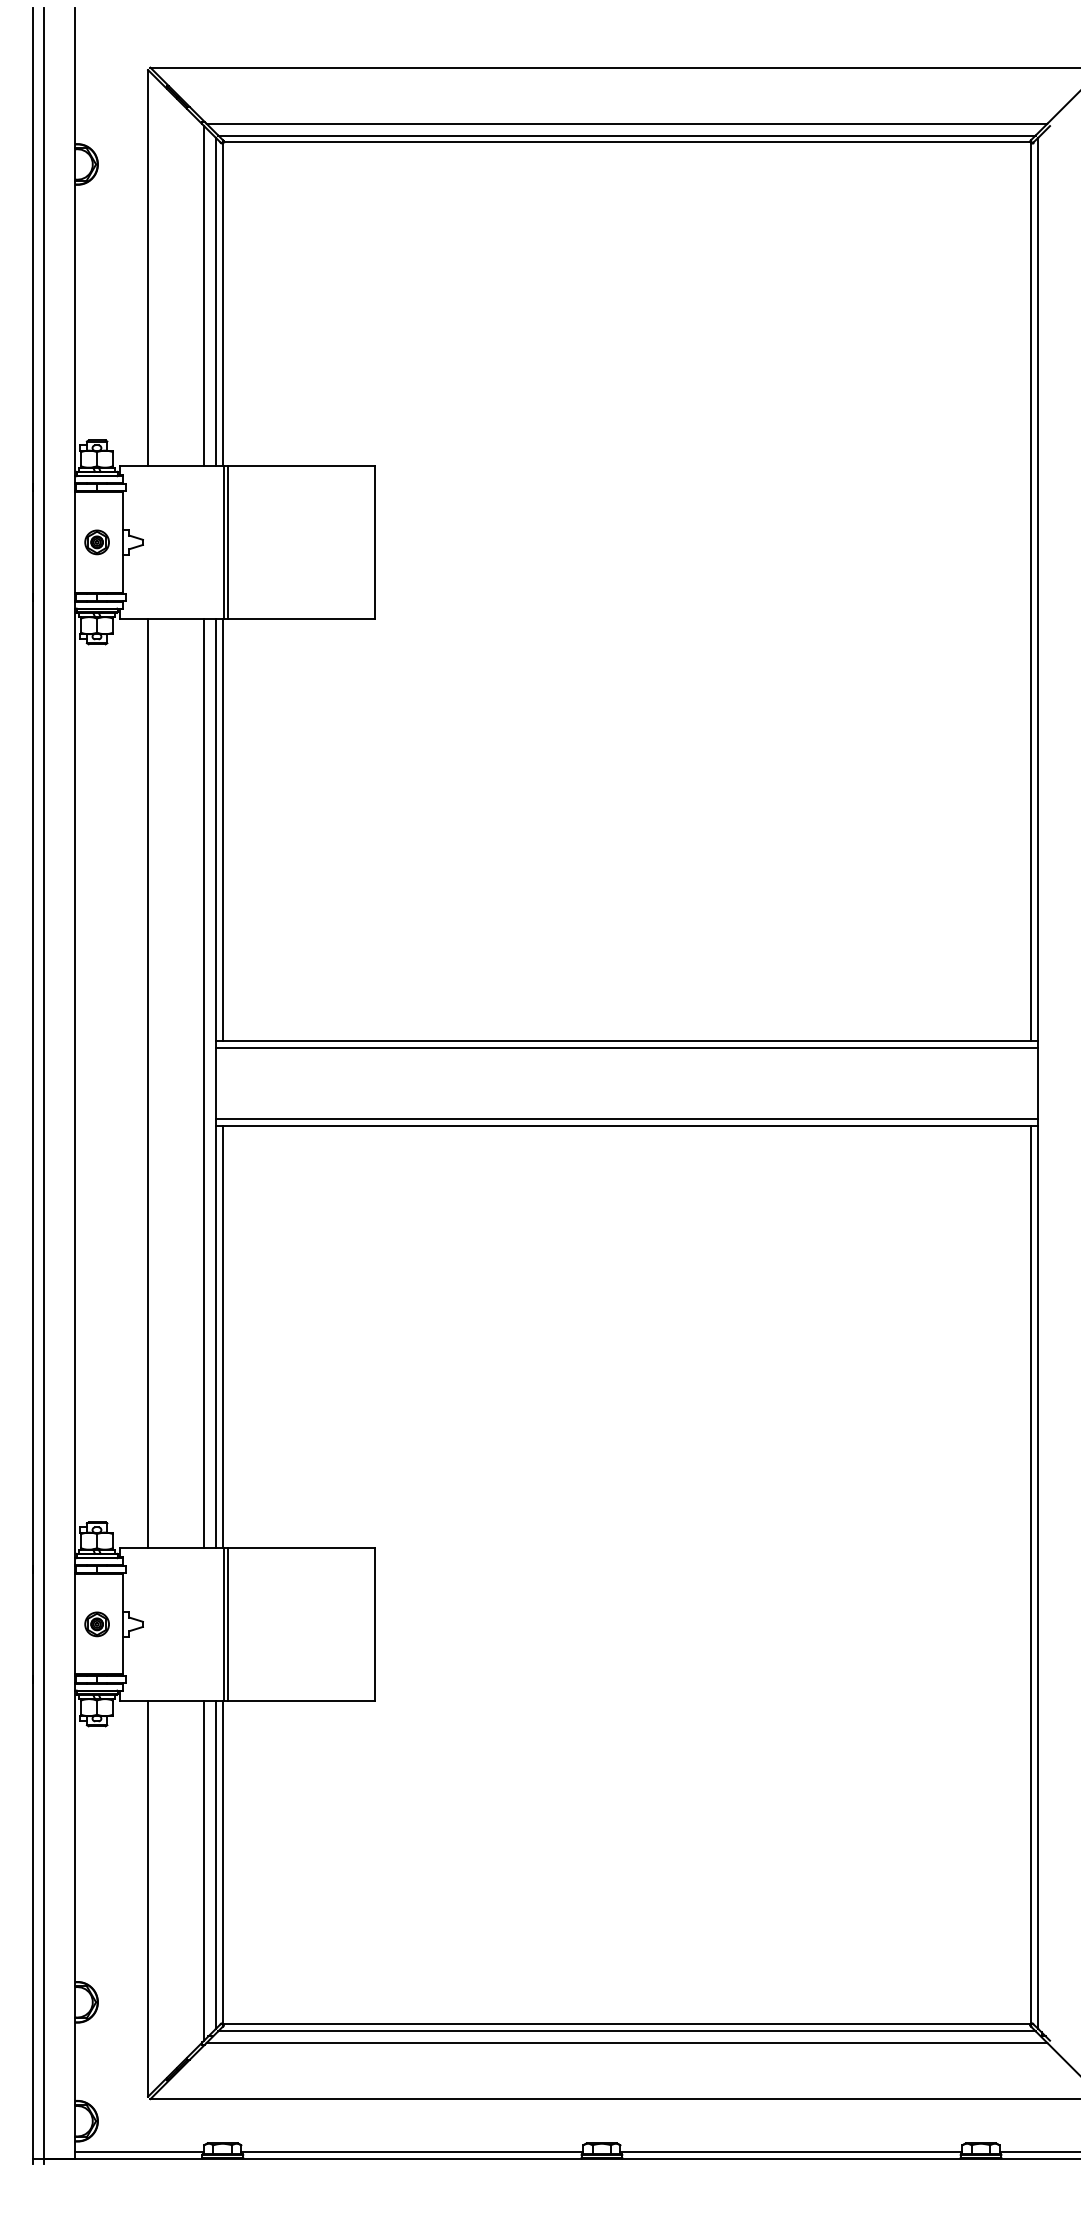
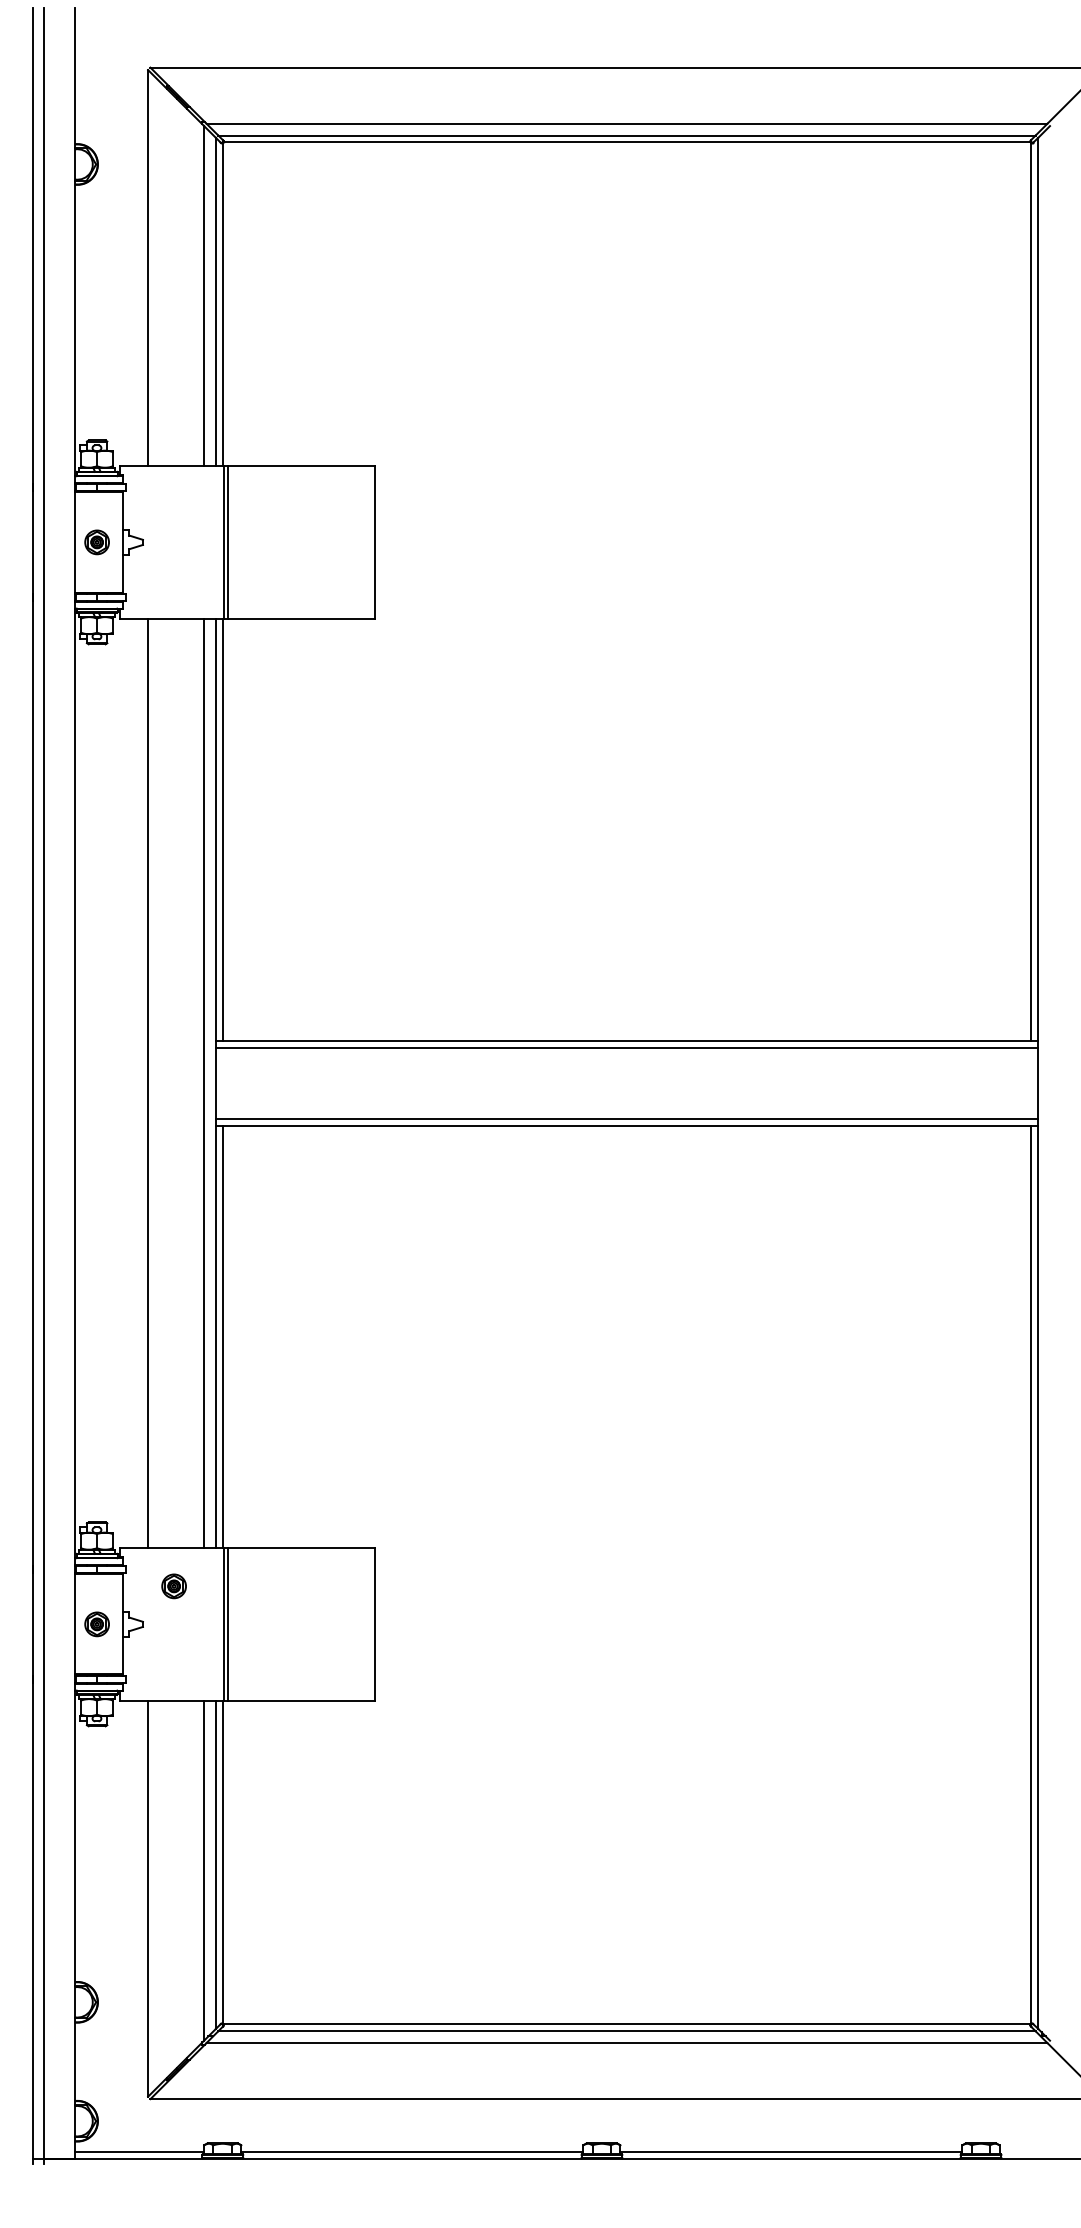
part at (173, 1586): none -> present
line at (1038, 2151): present -> none
